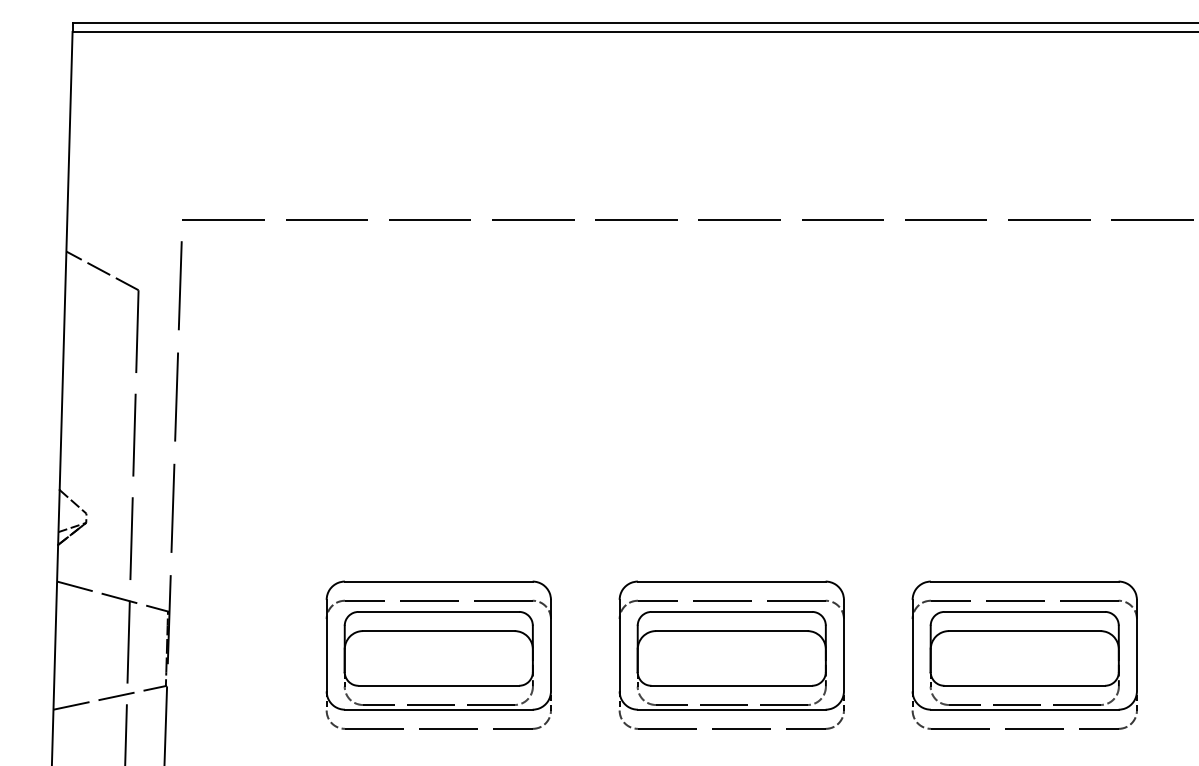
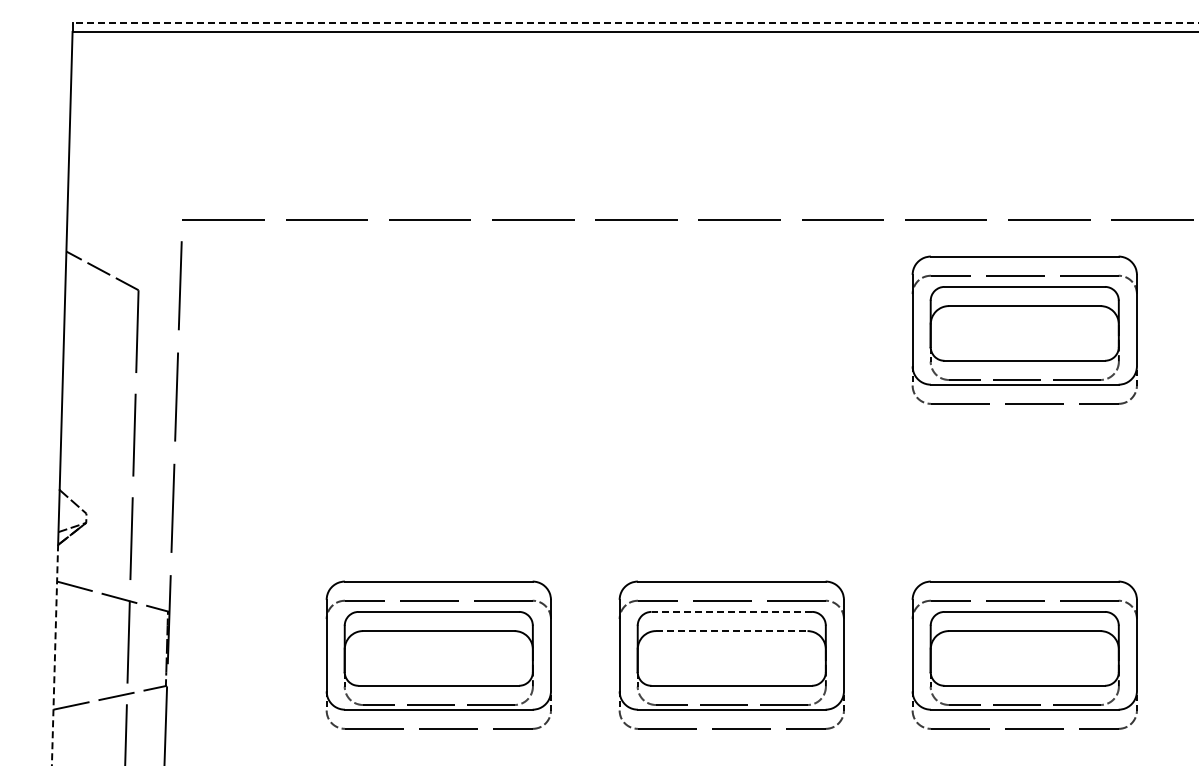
line at (635, 22): solid -> dashed
part at (1024, 329): none -> present
line at (731, 611): solid -> dashed
line at (731, 631): solid -> dashed
line at (55, 654): solid -> dashed
